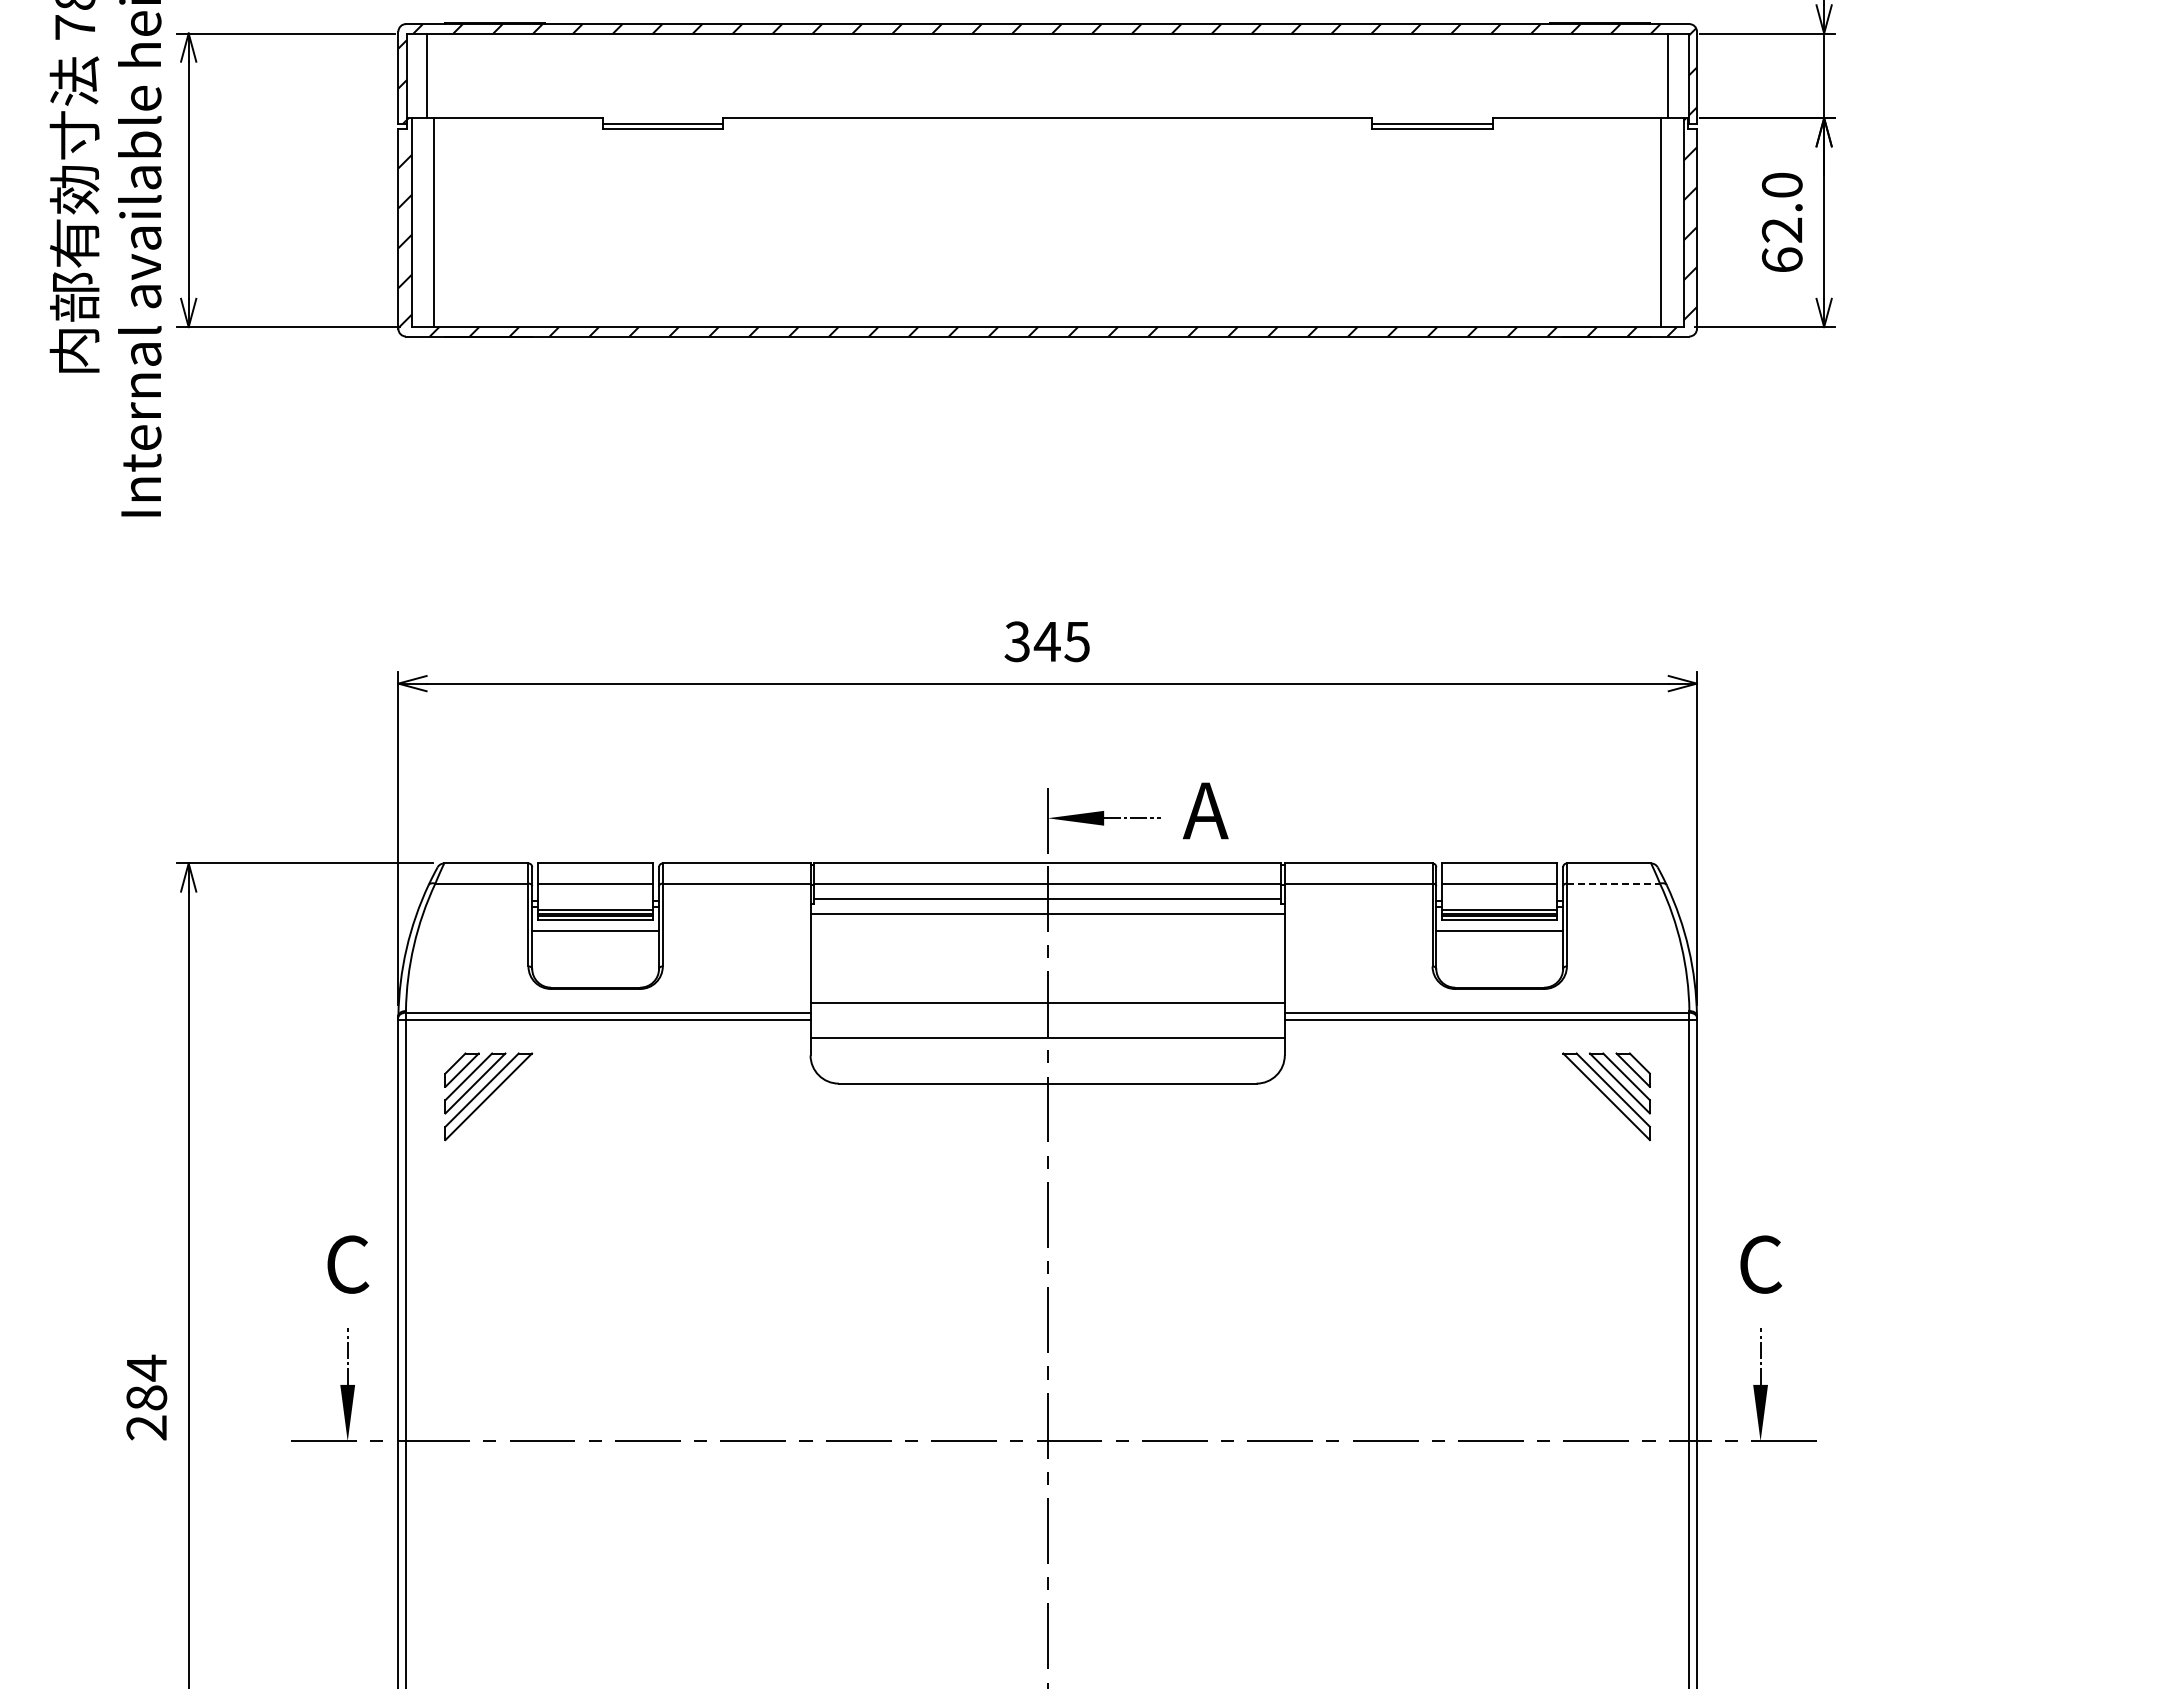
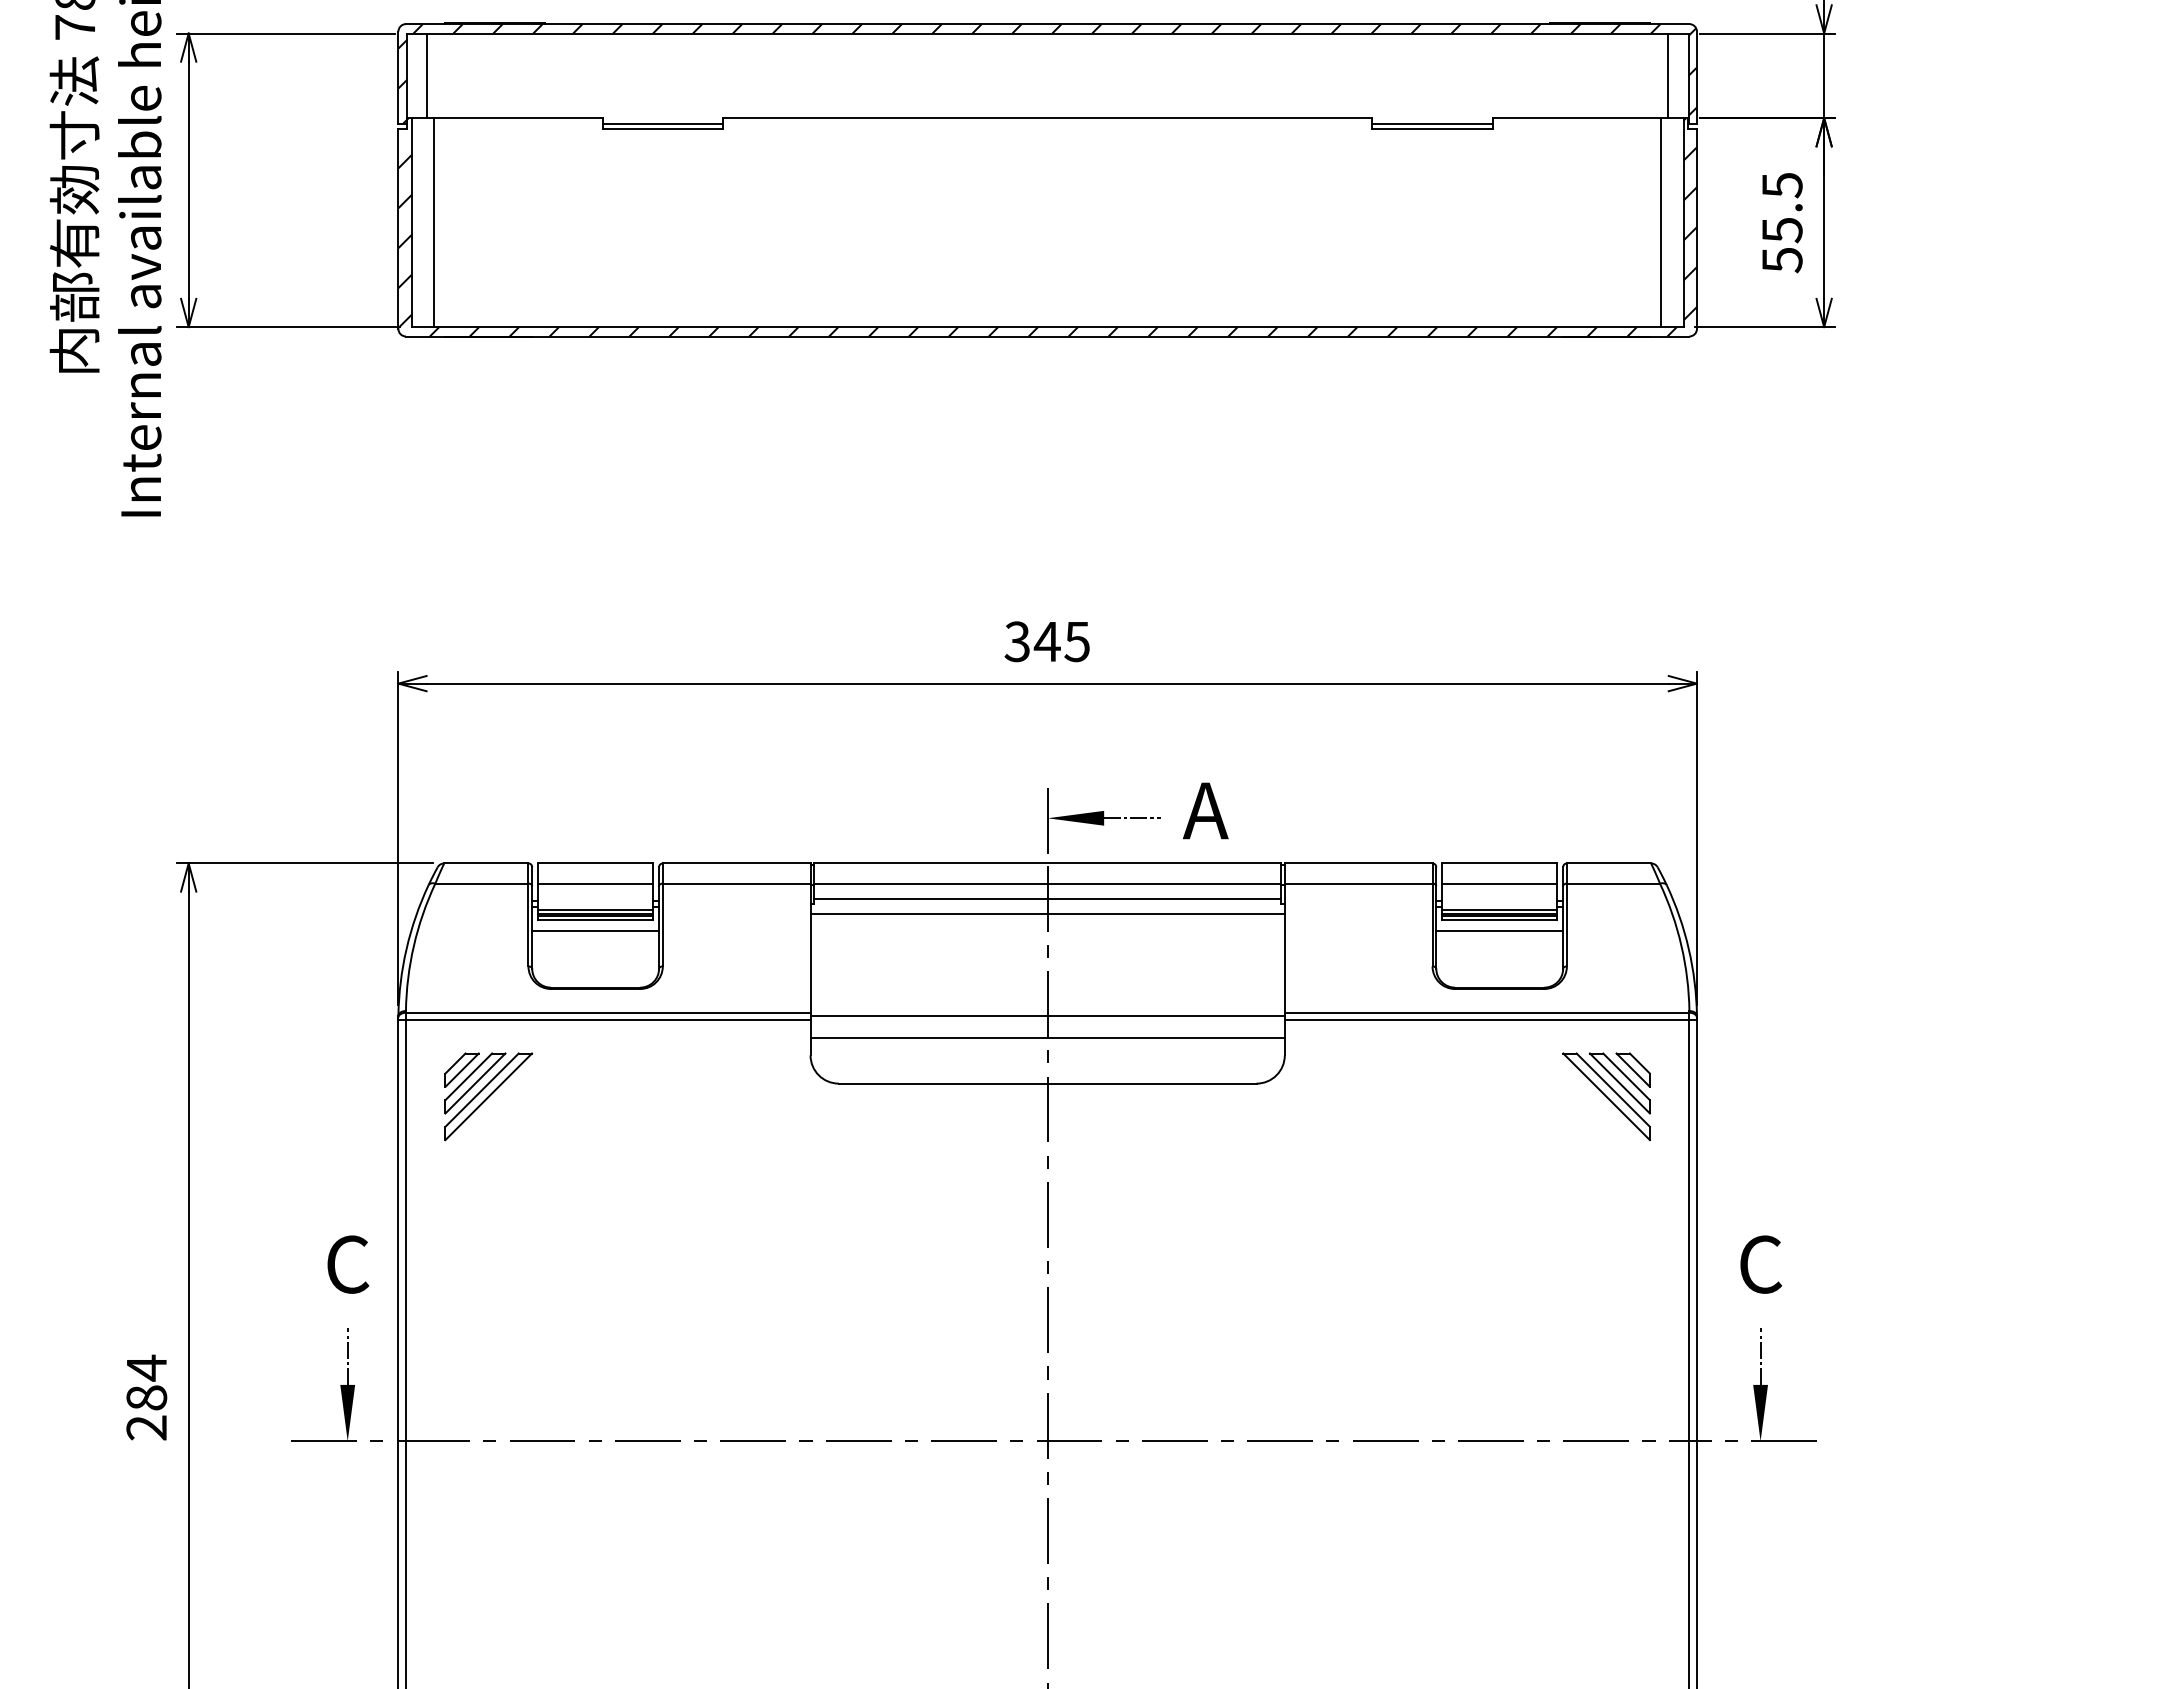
text at (1781, 223): 62.0 -> 55.5
line at (1613, 883): dashed -> solid
line at (1047, 1002) position: (1047, 1002) -> (1047, 1015)
